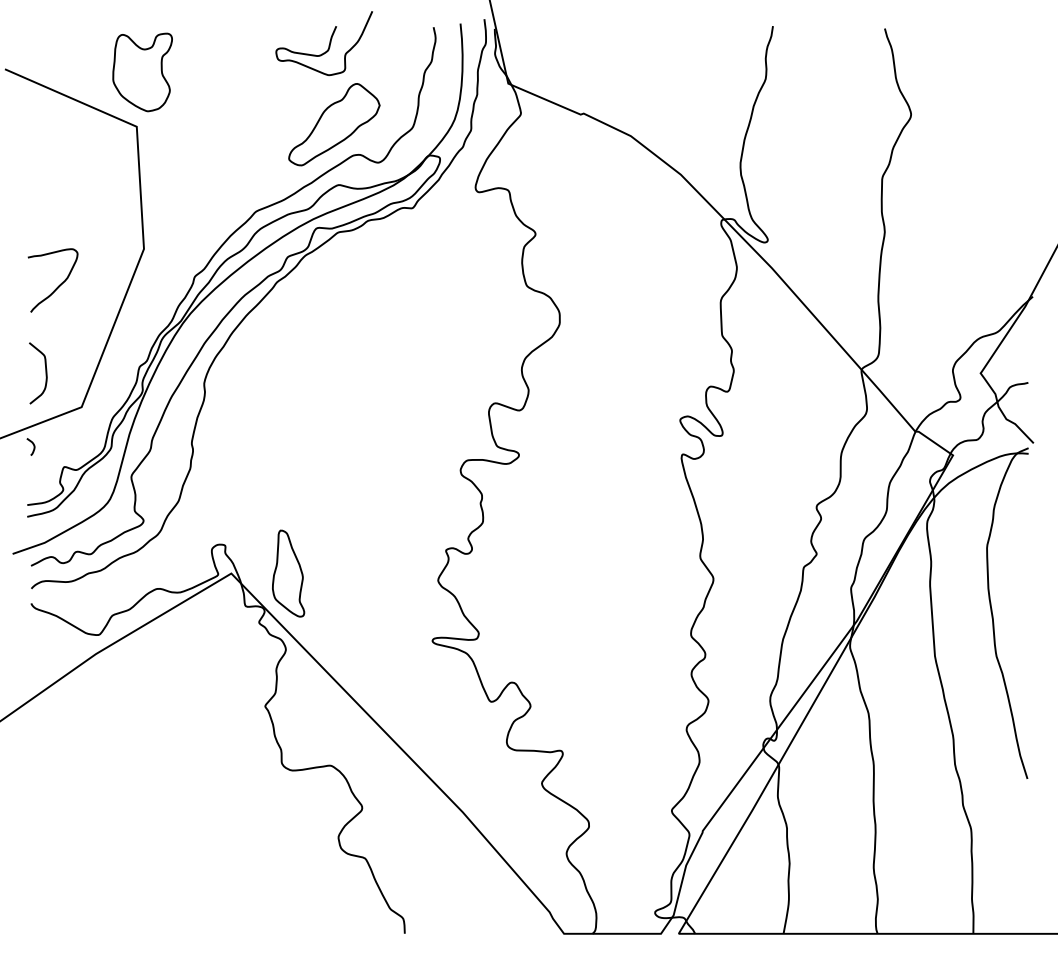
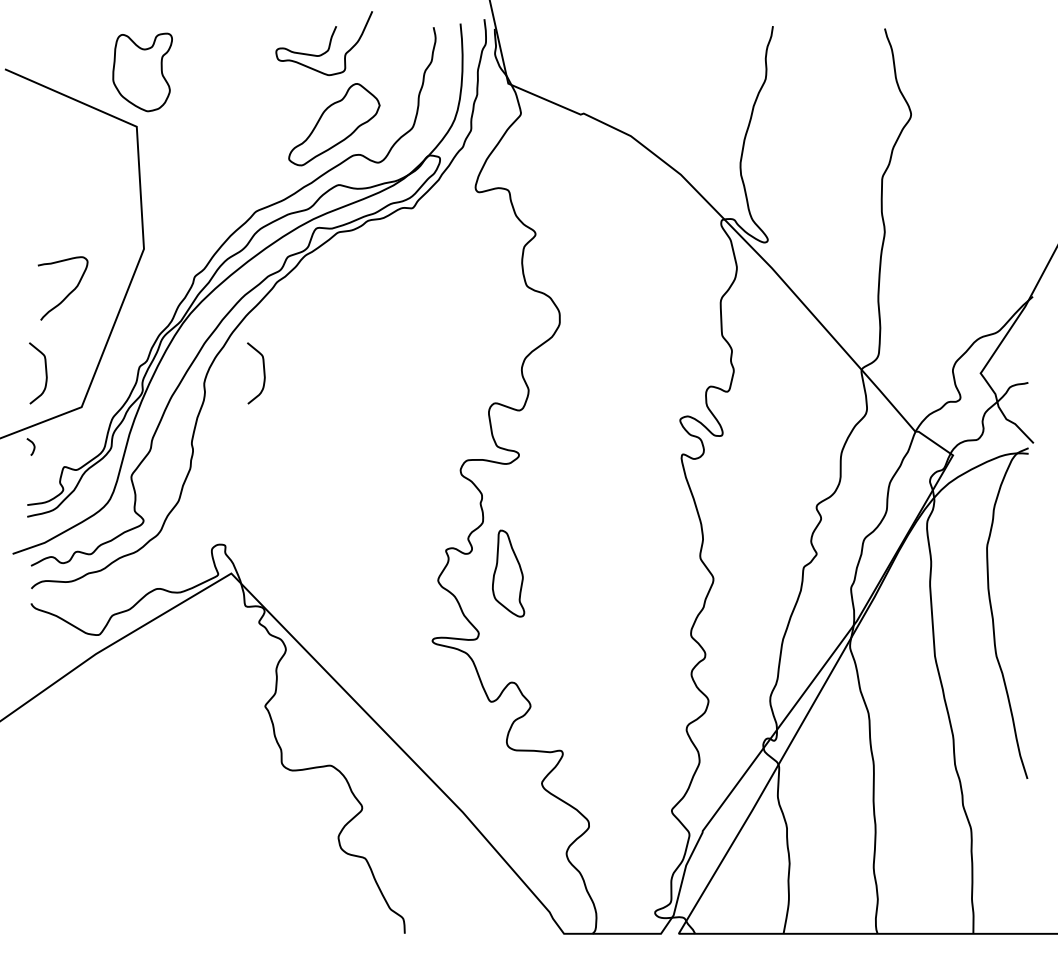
curve at (58, 285) position: (58, 285) -> (68, 293)
curve at (263, 373): none -> present
part at (288, 573) position: (288, 573) -> (508, 573)
